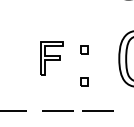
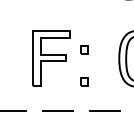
part at (51, 58) size: 24x35 px -> 39x57 px
line at (97, 110) position: (97, 110) -> (104, 110)
